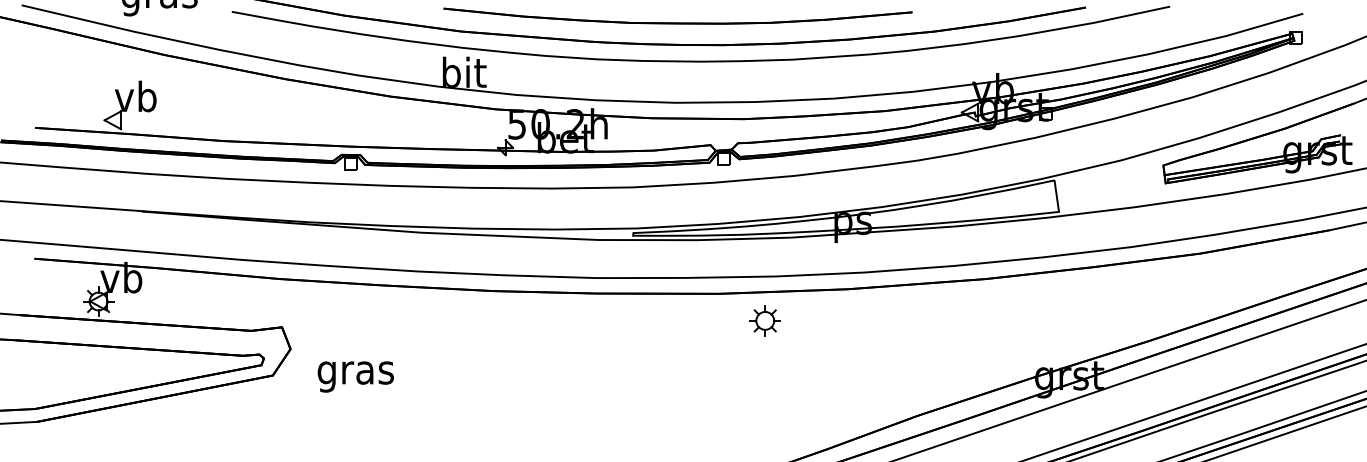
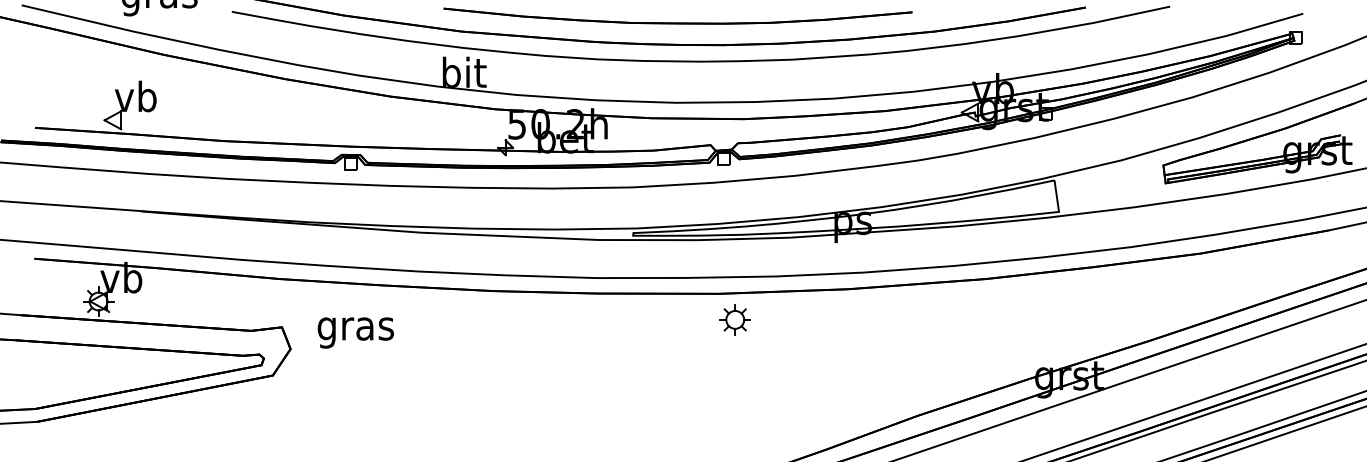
part at (764, 320) position: (764, 320) -> (734, 319)
text at (355, 376) position: (355, 376) -> (355, 332)
